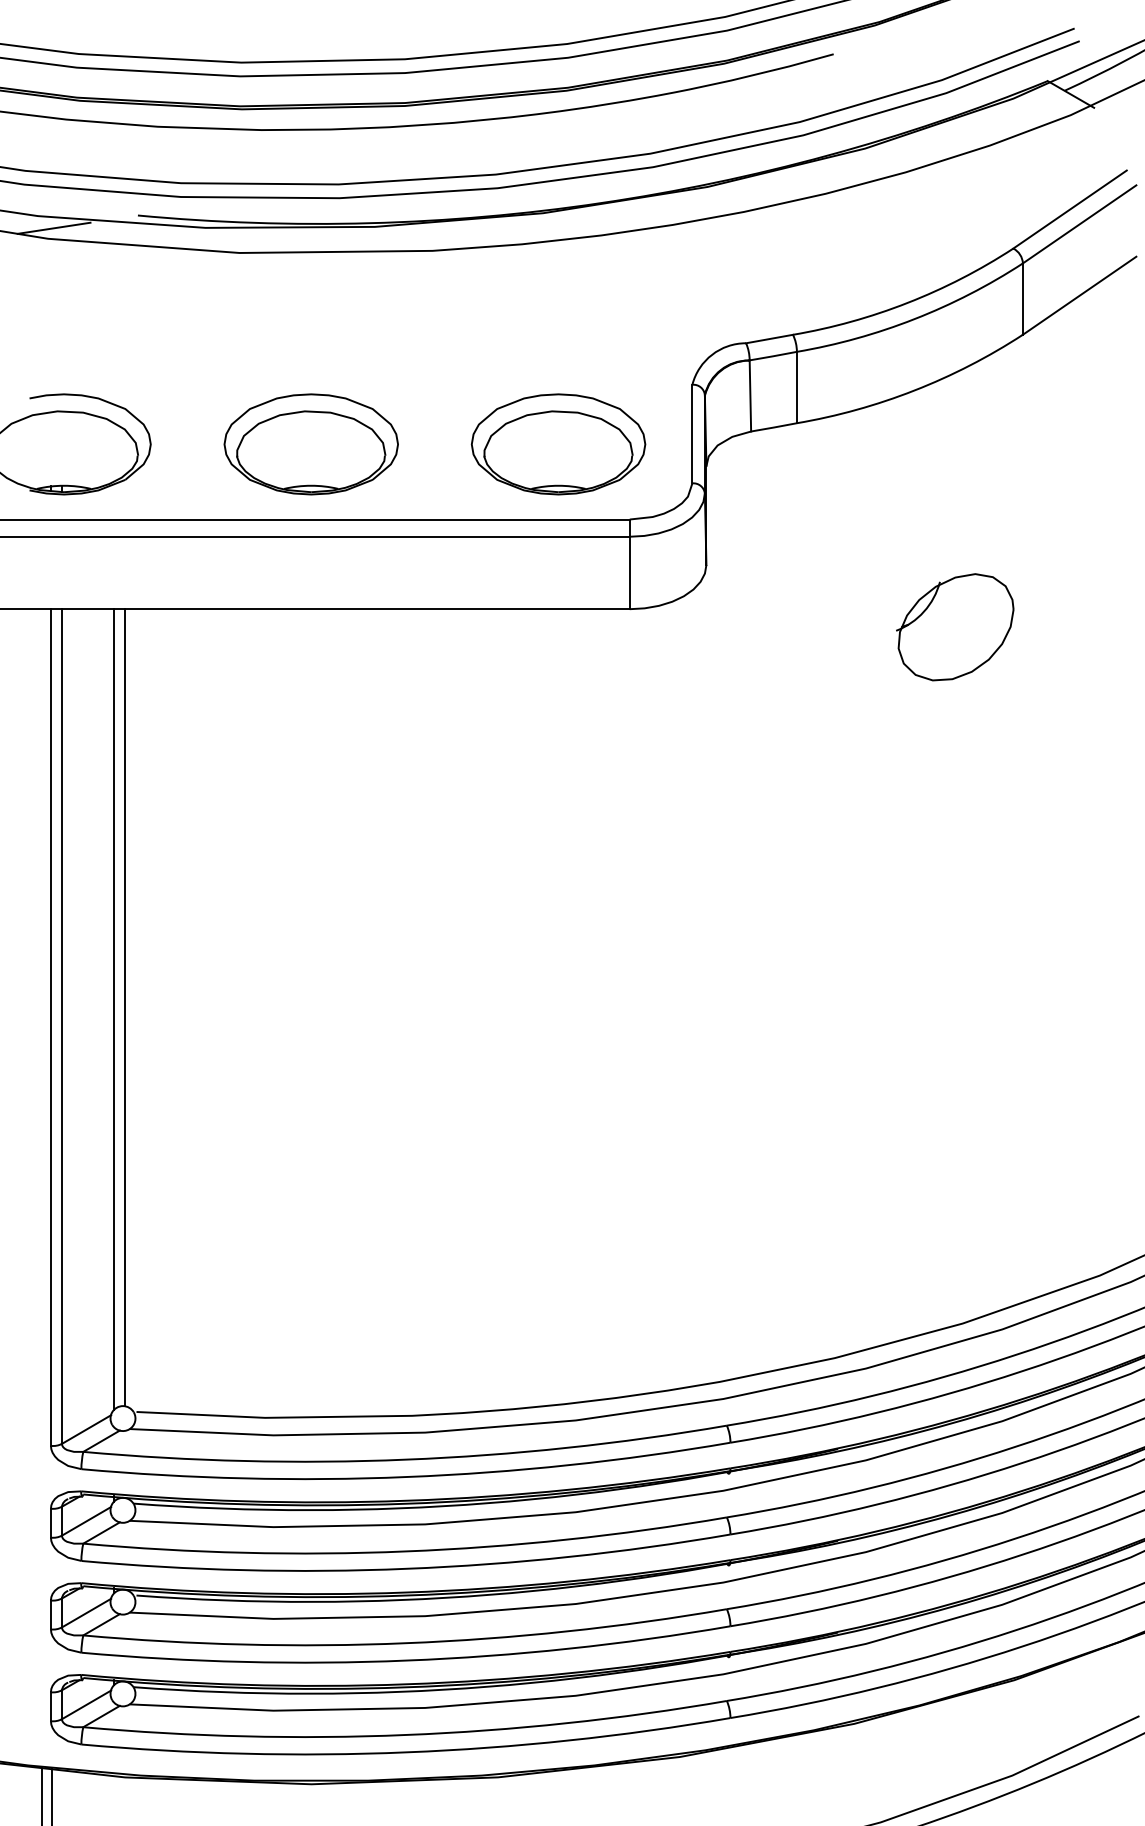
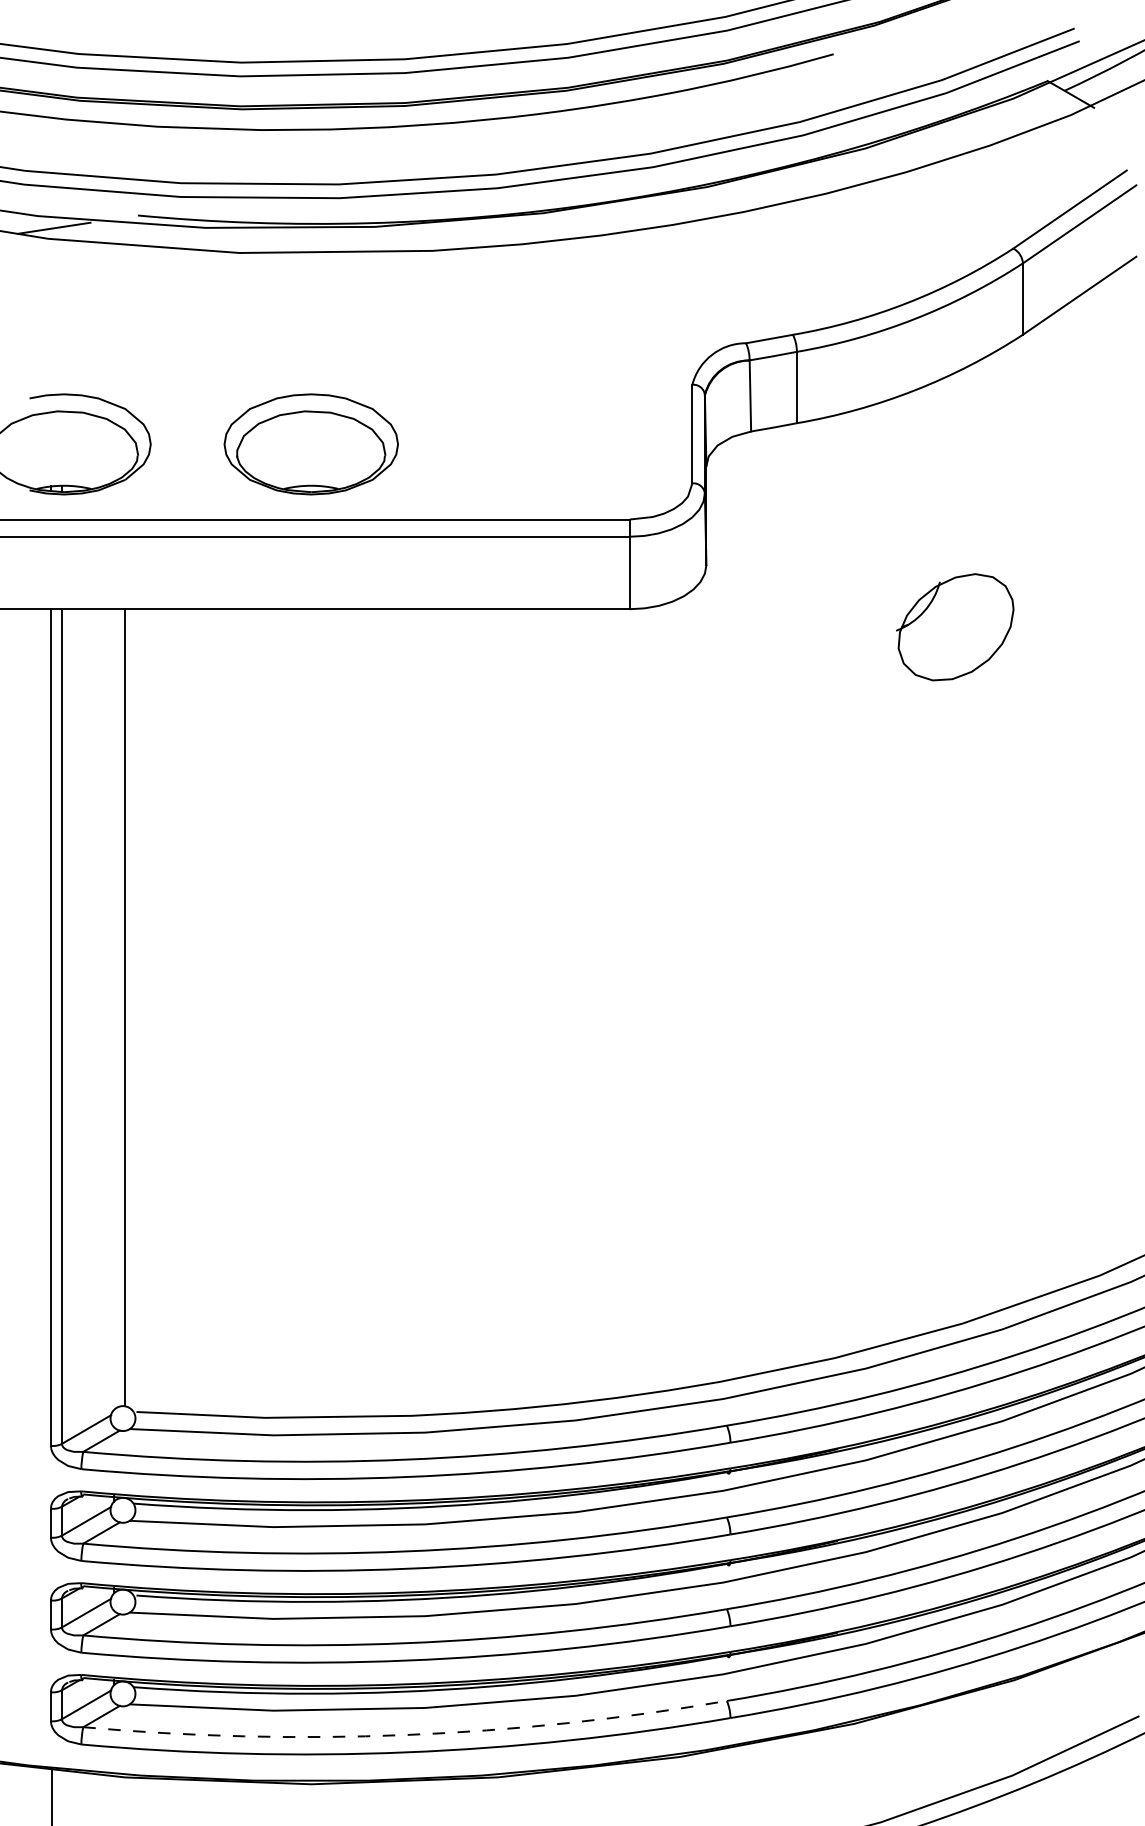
part at (558, 444): present -> none
line at (114, 1009): present -> none
arc at (405, 1735): solid -> dashed
line at (42, 1795): present -> none
